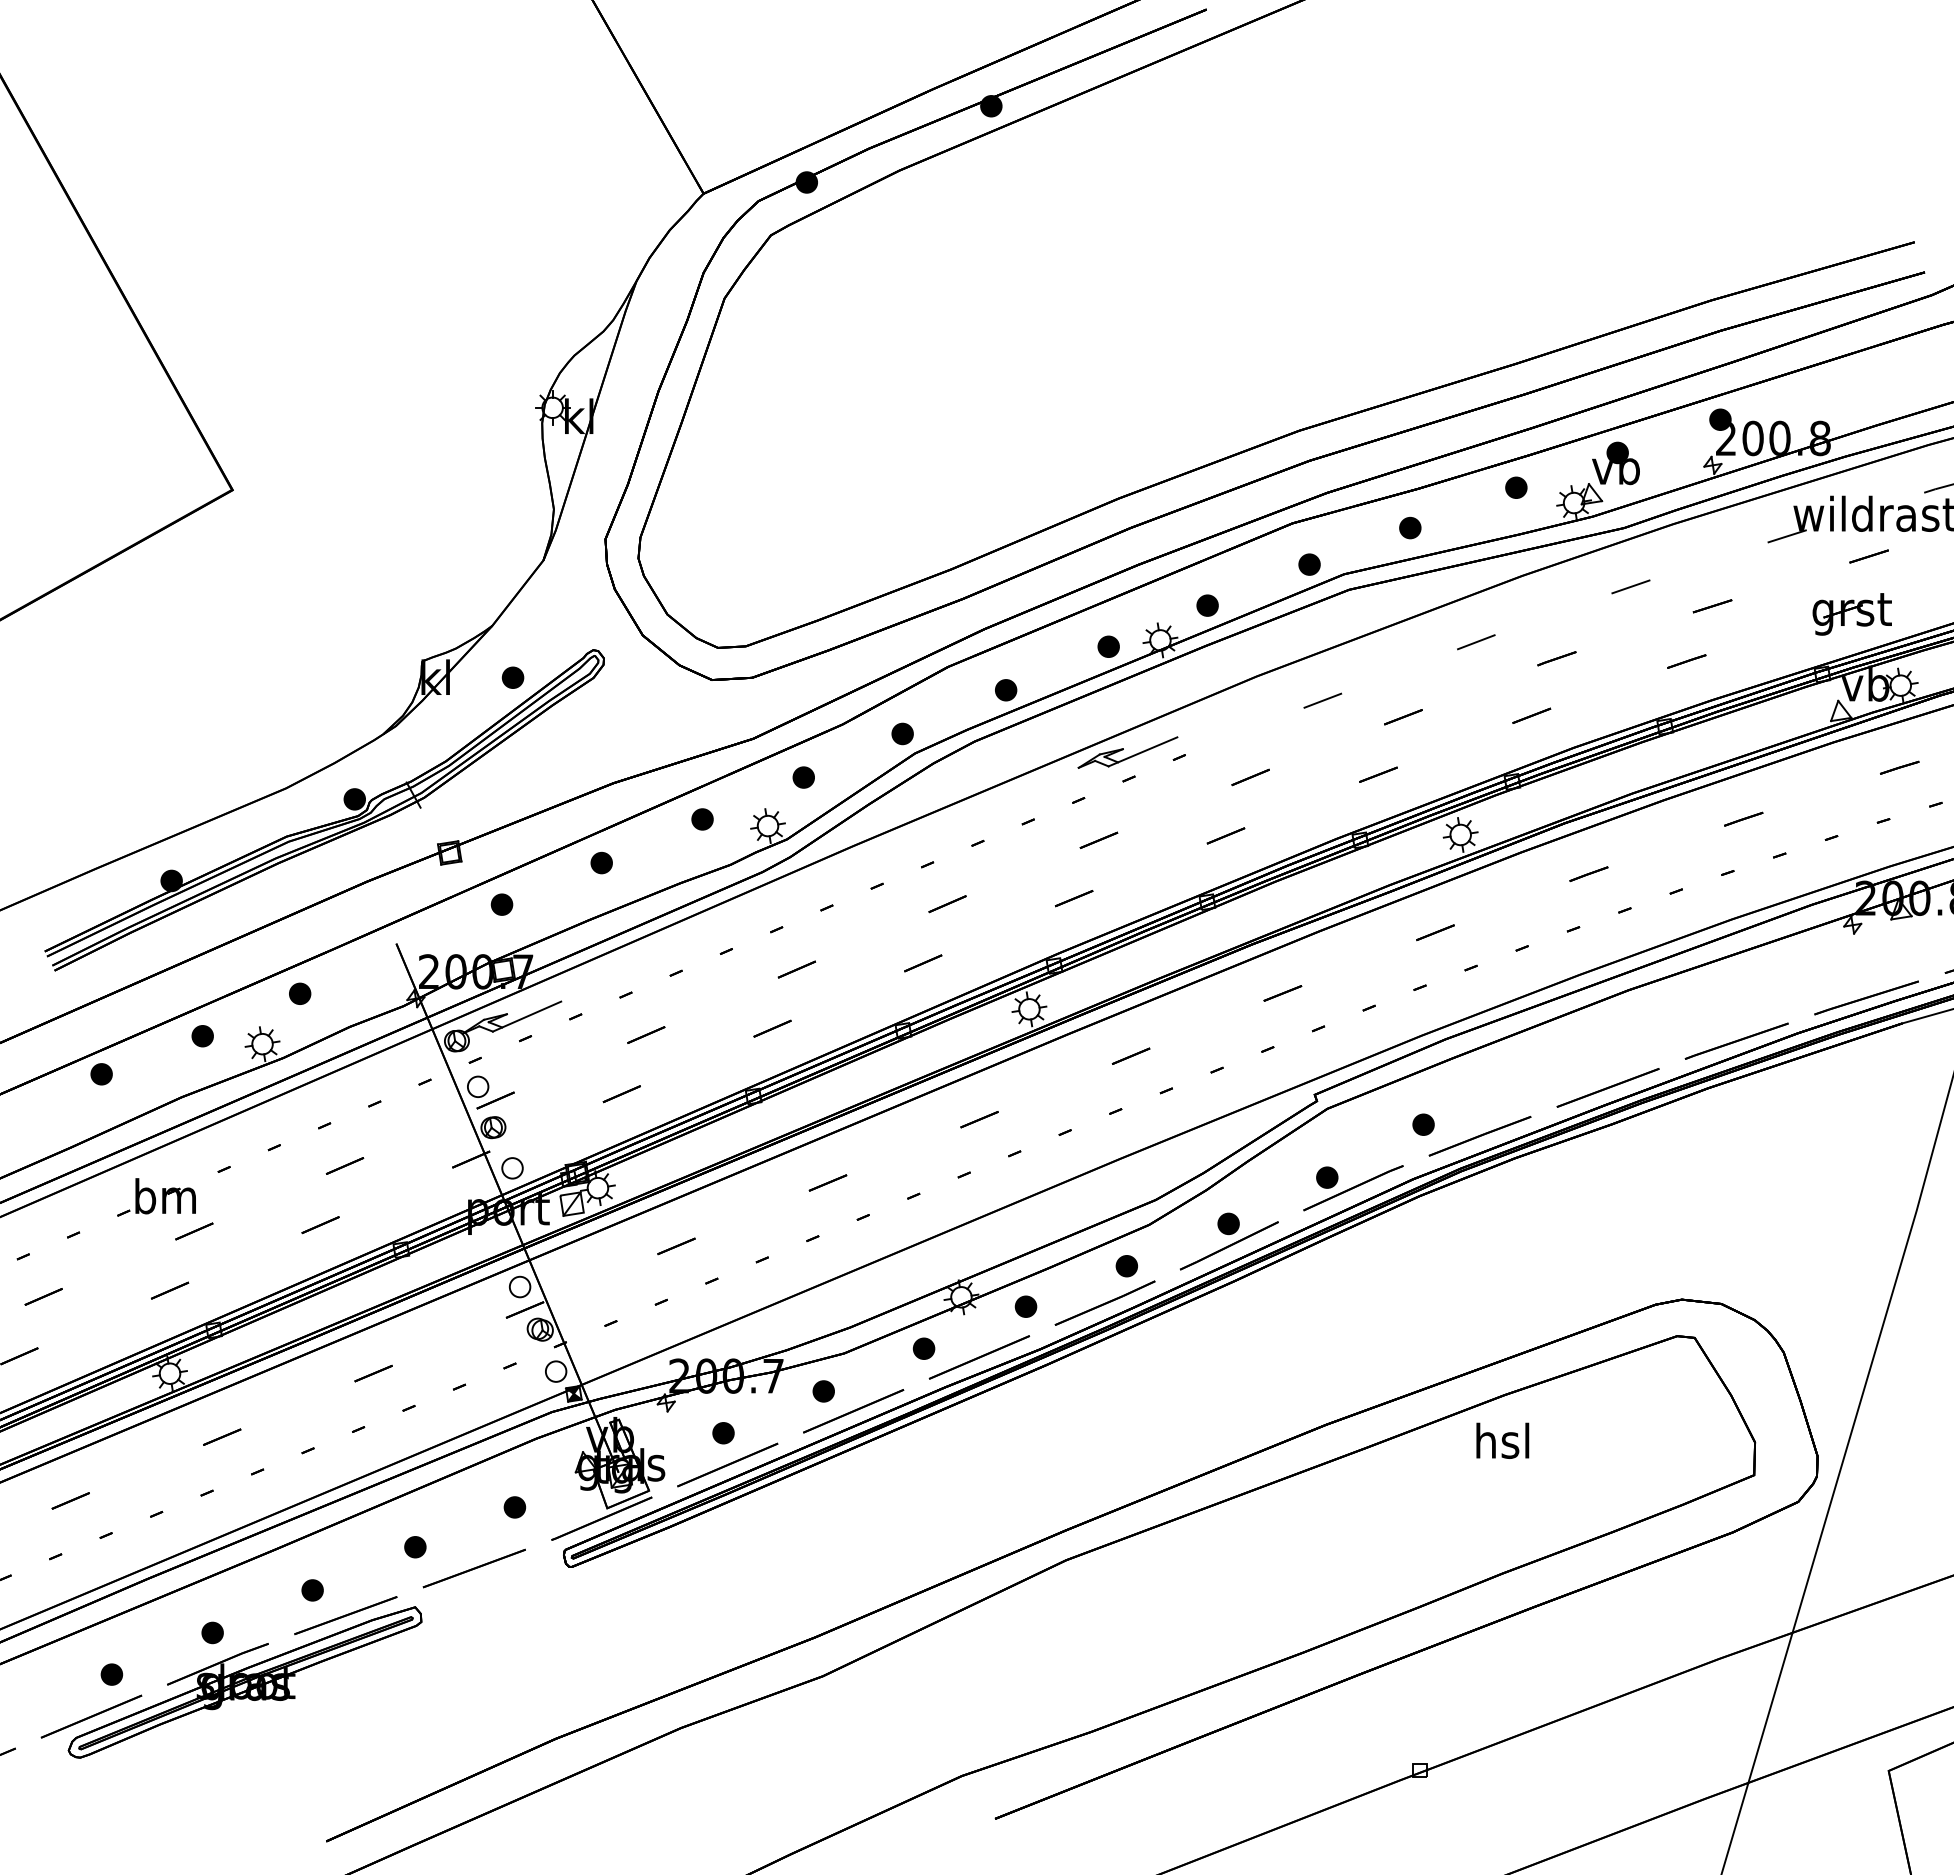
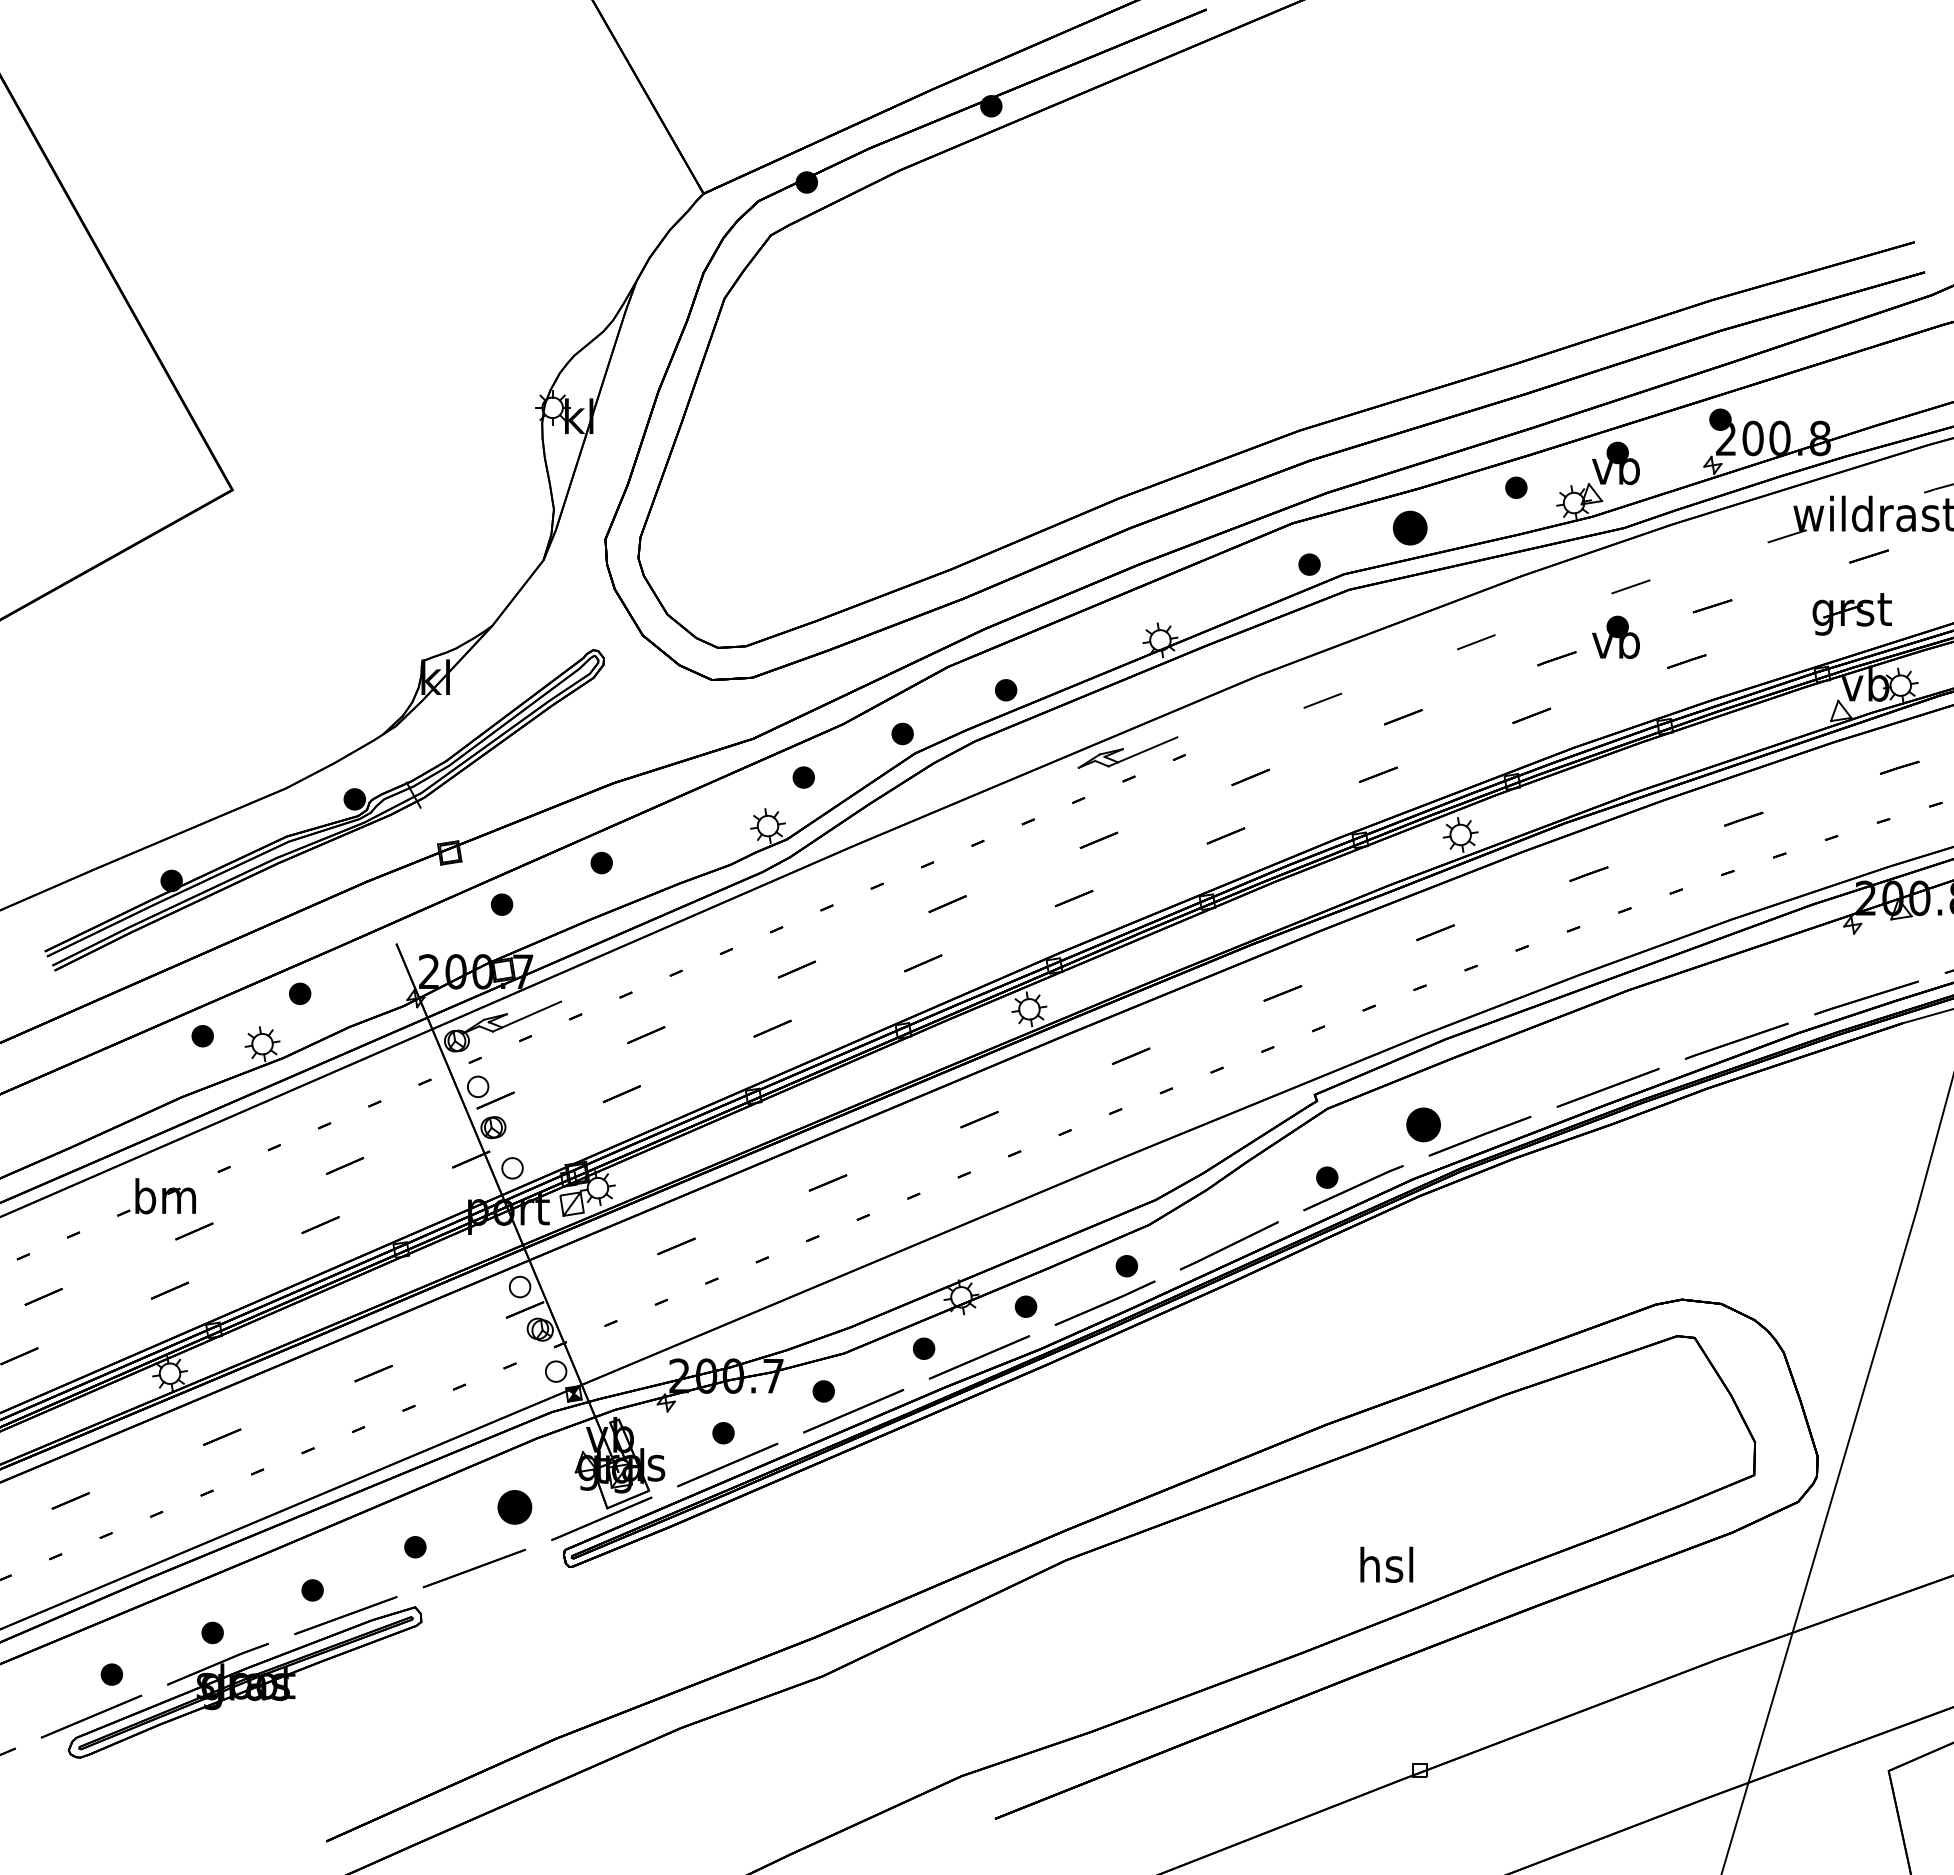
part at (1410, 527) size: 23x24 px -> 36x36 px
part at (1207, 605): present -> none
part at (1615, 637): none -> present
part at (1108, 646): present -> none
part at (512, 677): present -> none
part at (702, 819): present -> none
part at (101, 1074): present -> none
part at (1423, 1124) size: 23x23 px -> 35x36 px
part at (1228, 1223): present -> none
text at (1502, 1440) position: (1502, 1440) -> (1386, 1564)
part at (514, 1507) size: 24x23 px -> 36x35 px
